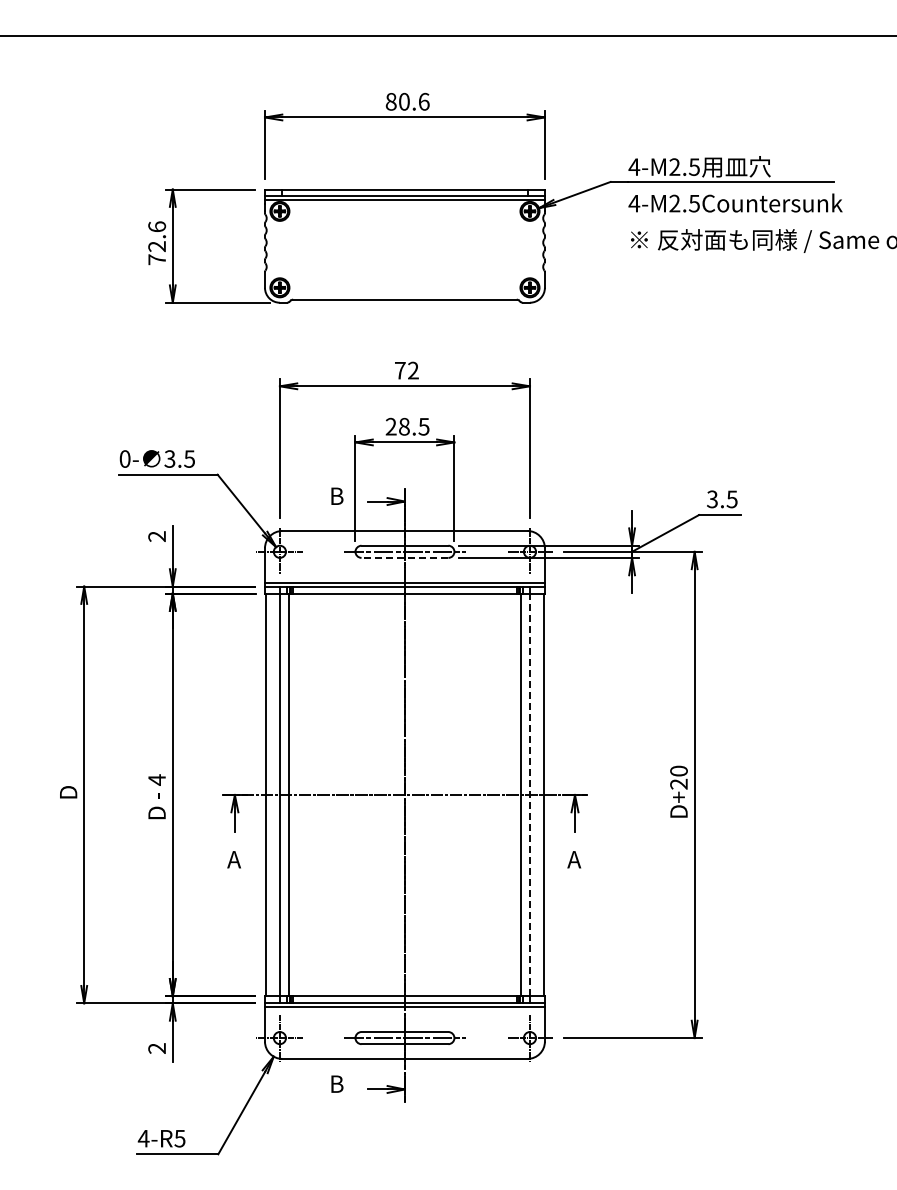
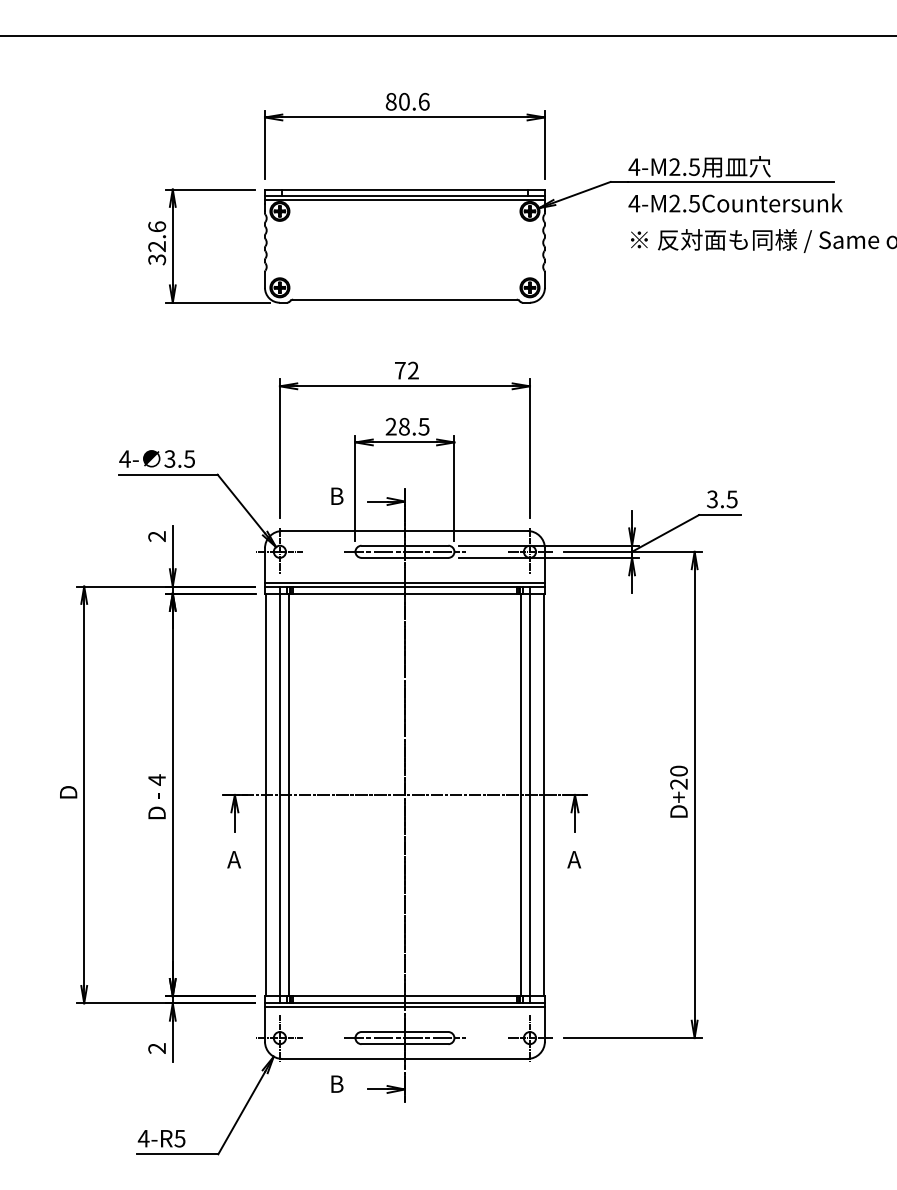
text at (157, 259): 72.6 -> 32.6
text at (124, 458): 0- -> 4-
line at (404, 557): dashed -> solid
line at (530, 794): dashed -> solid
